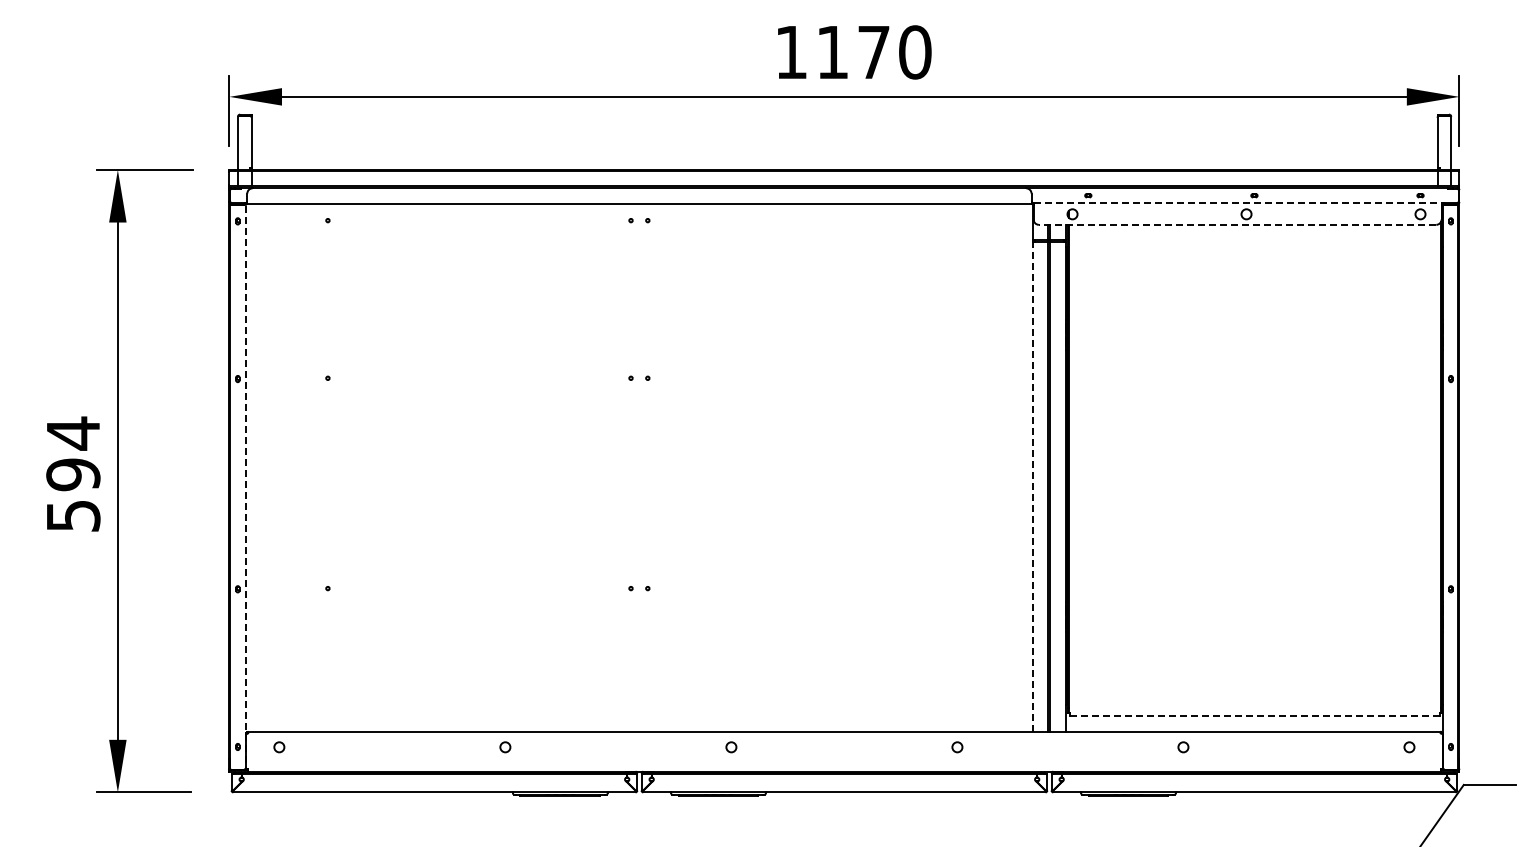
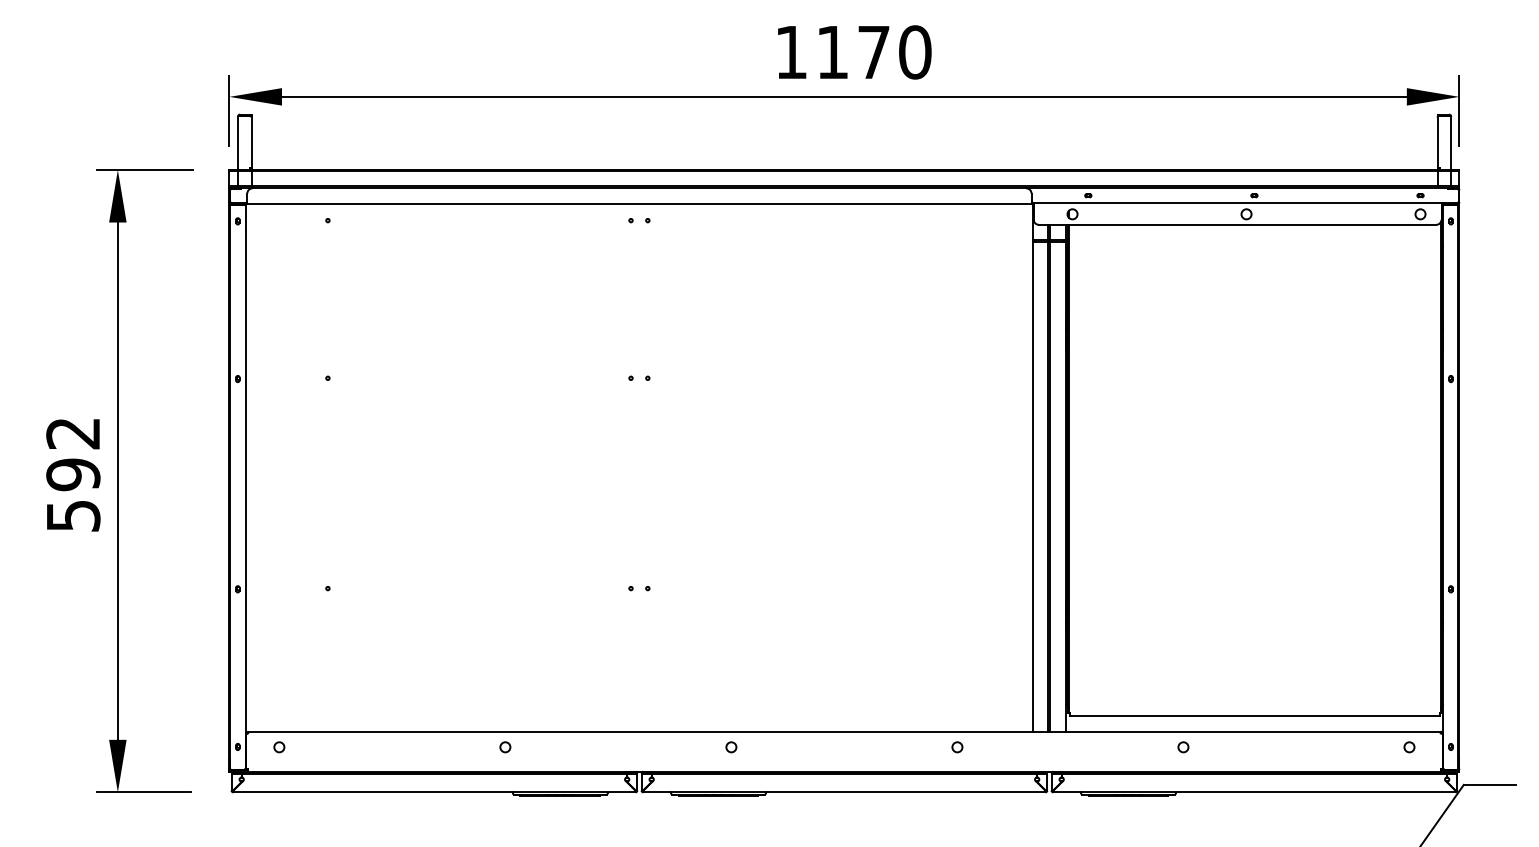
line at (1237, 203): dashed -> solid
line at (1237, 224): dashed -> solid
text at (72, 433): 594 -> 592
line at (1032, 486): dashed -> solid
line at (245, 487): dashed -> solid
line at (1254, 715): dashed -> solid
